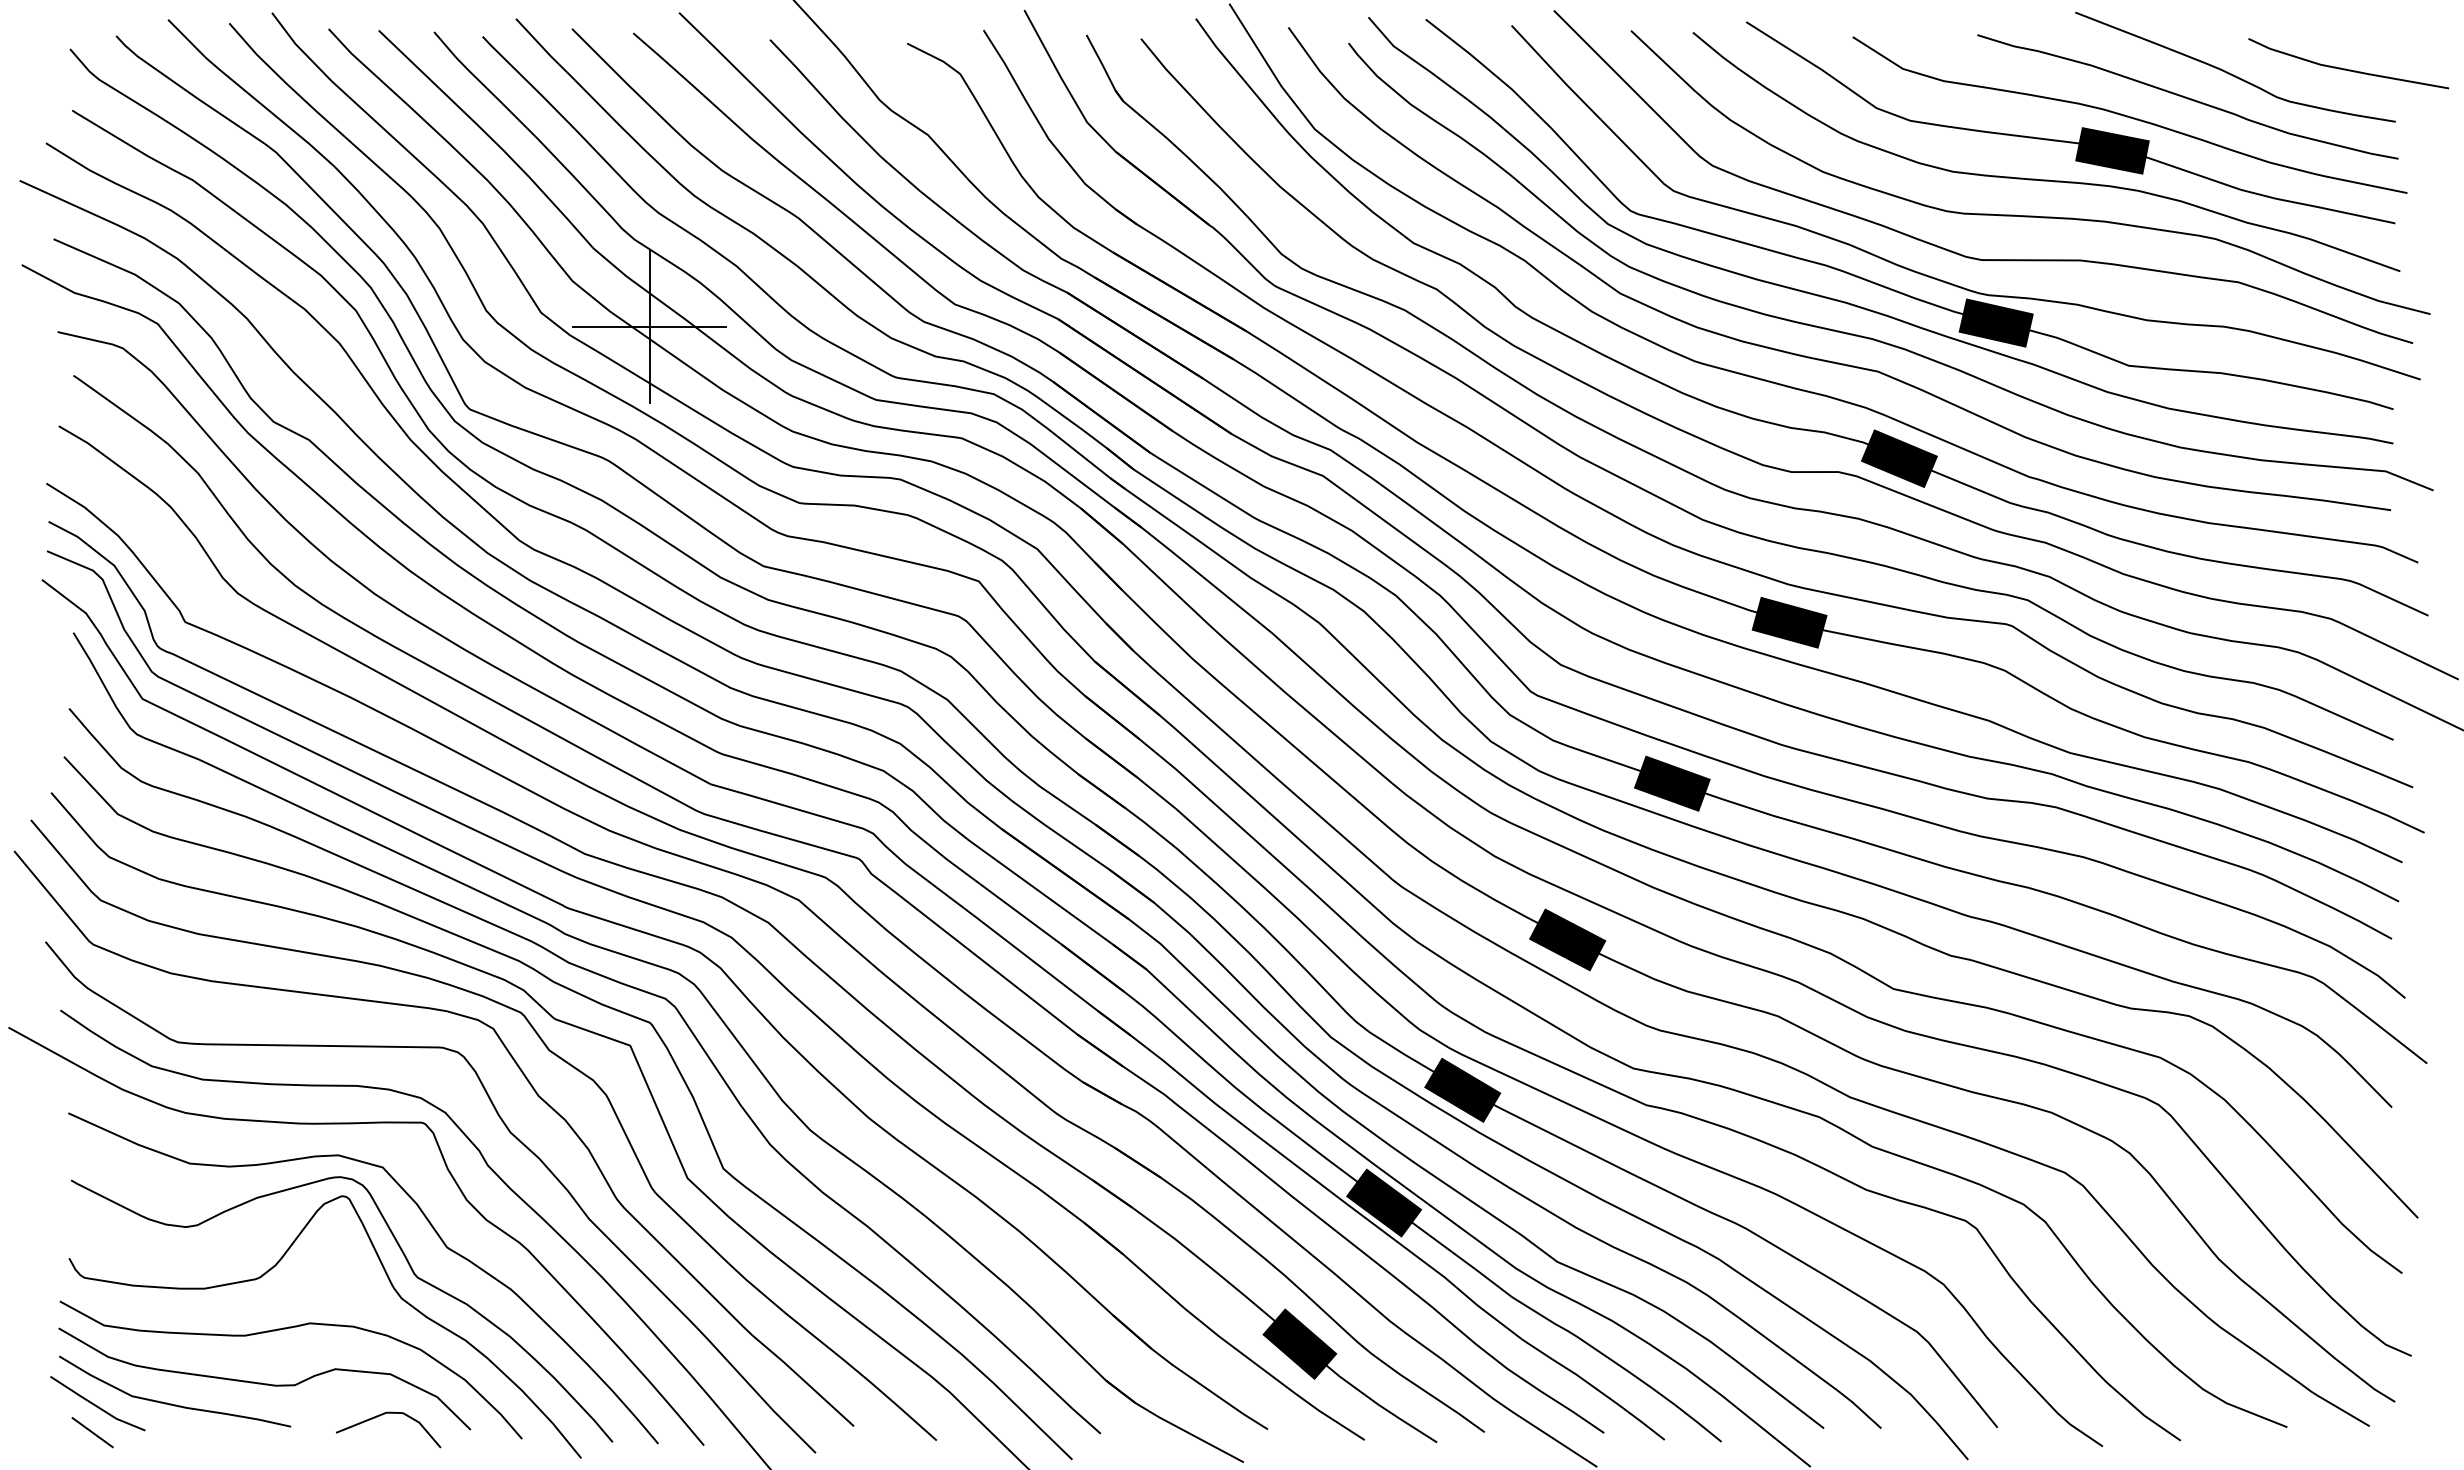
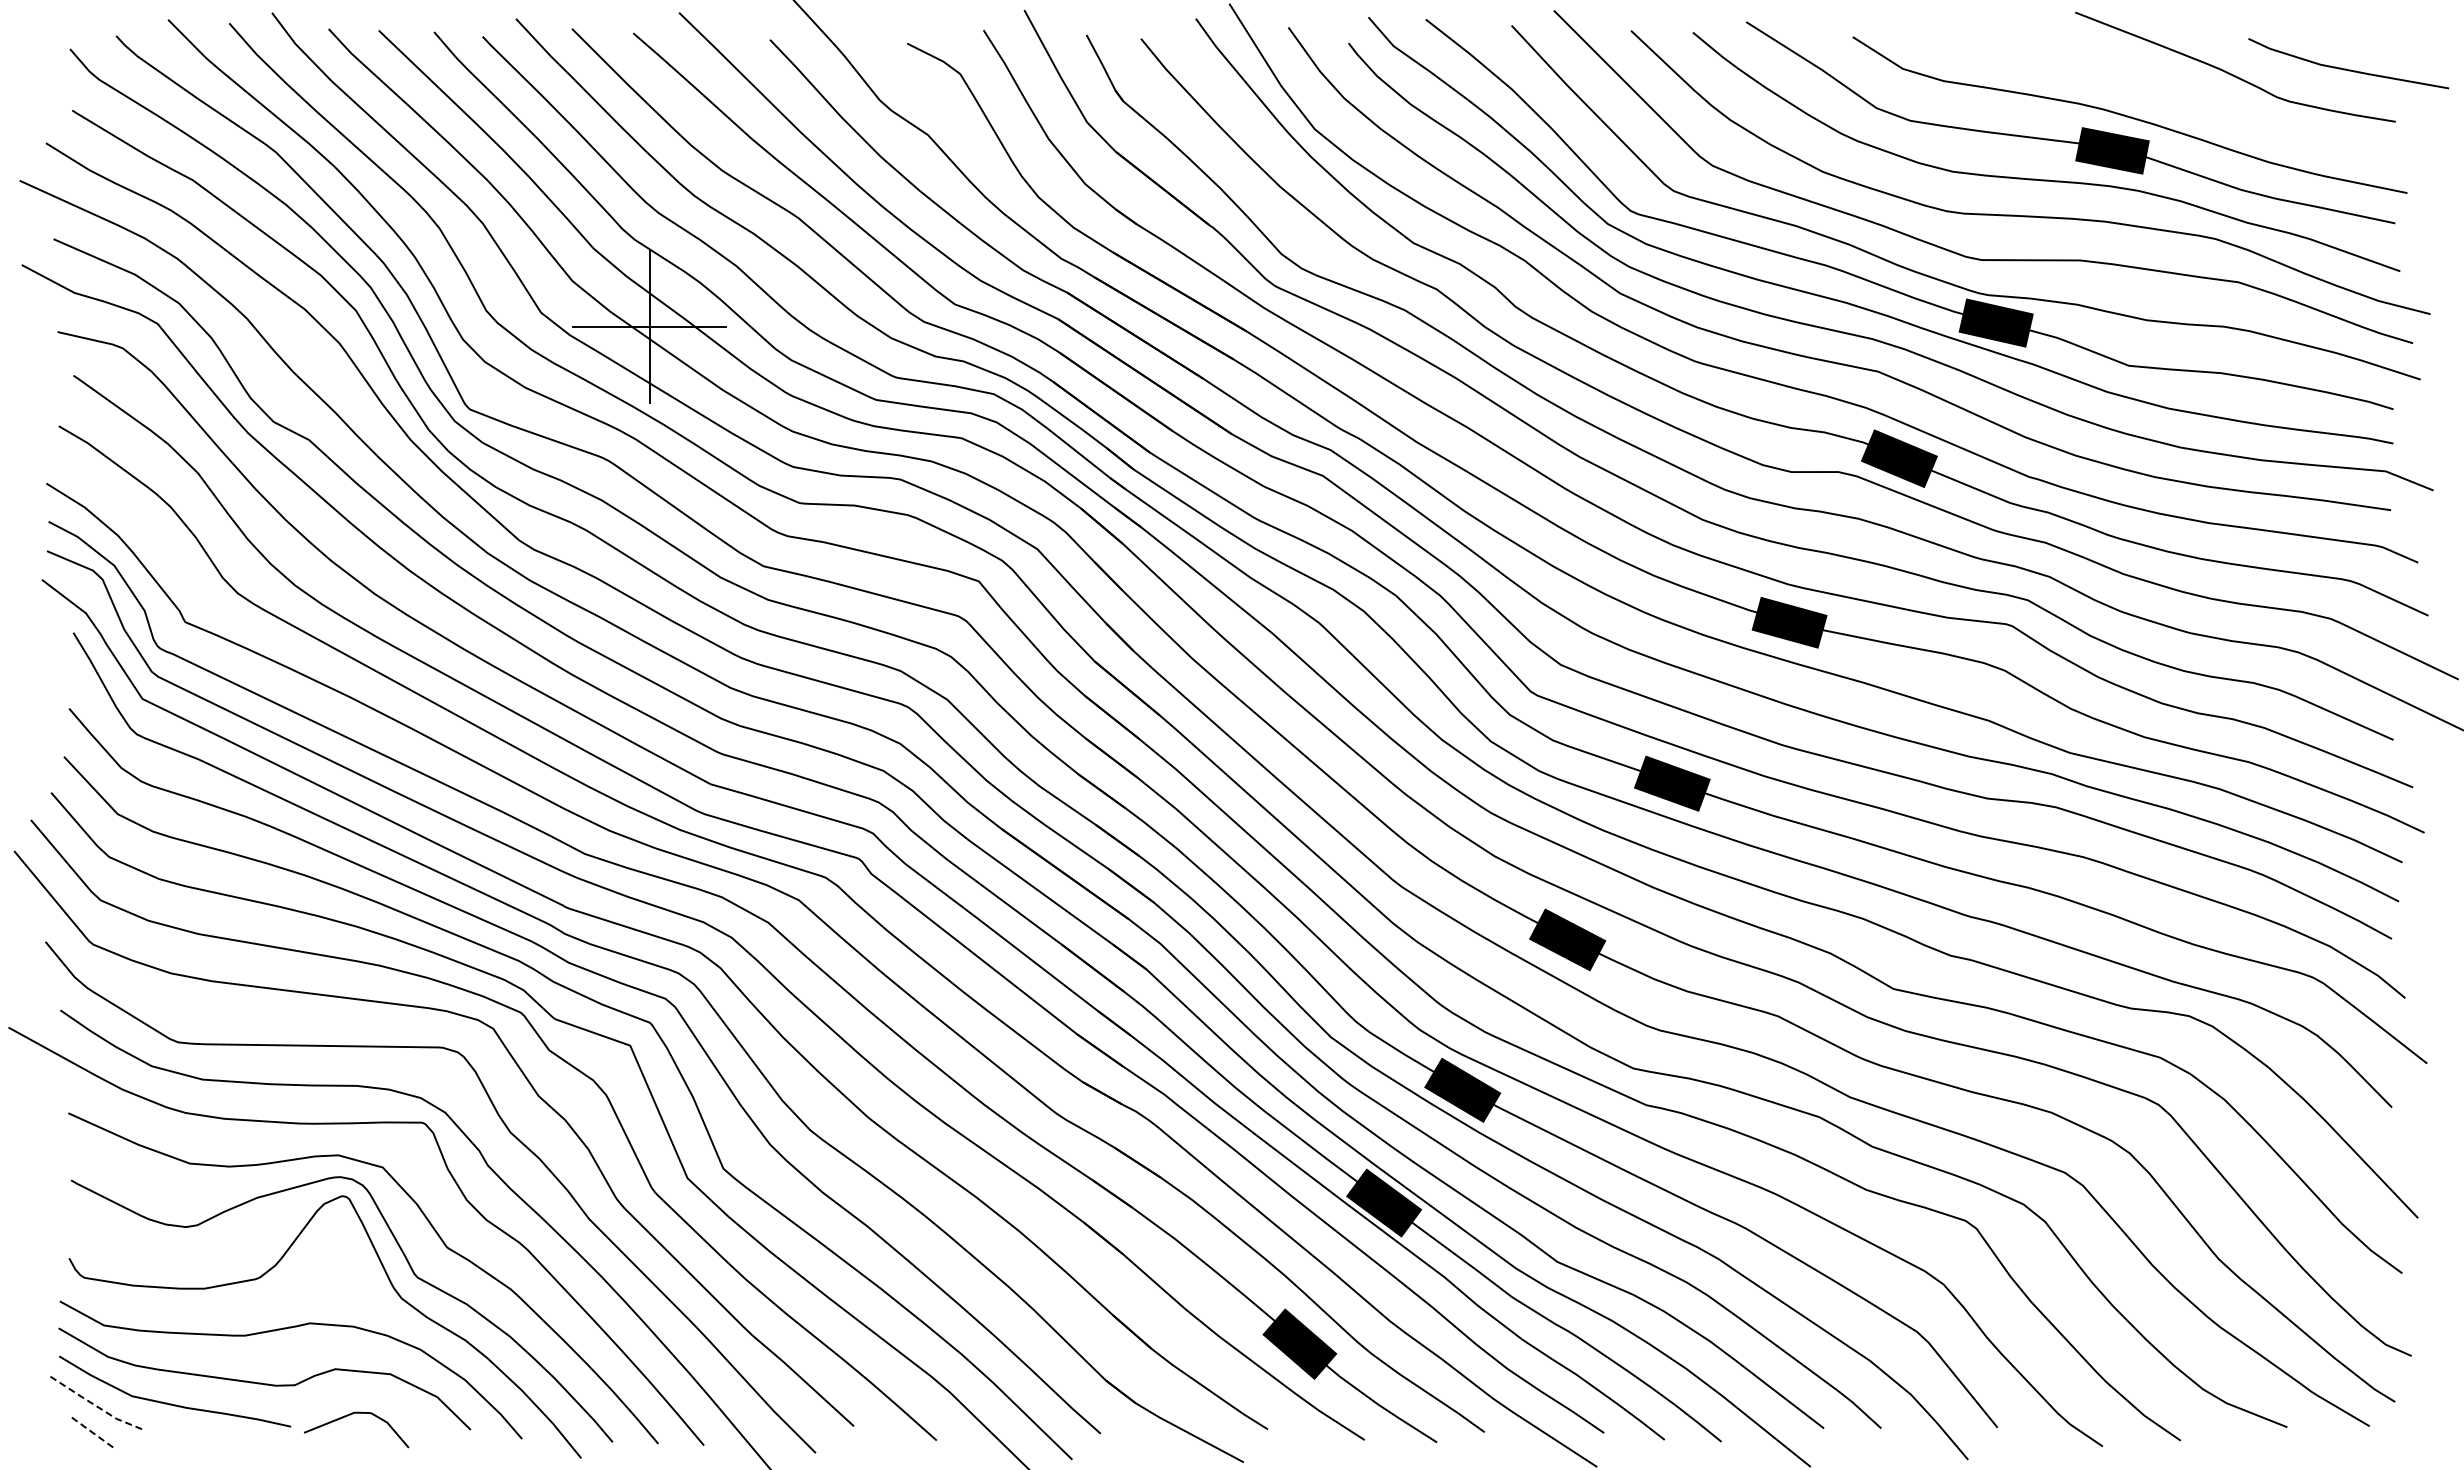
curve at (2186, 96): present -> none
line at (97, 1406): solid -> dashed
curve at (382, 1415) position: (382, 1415) -> (350, 1415)
line at (92, 1432): solid -> dashed
